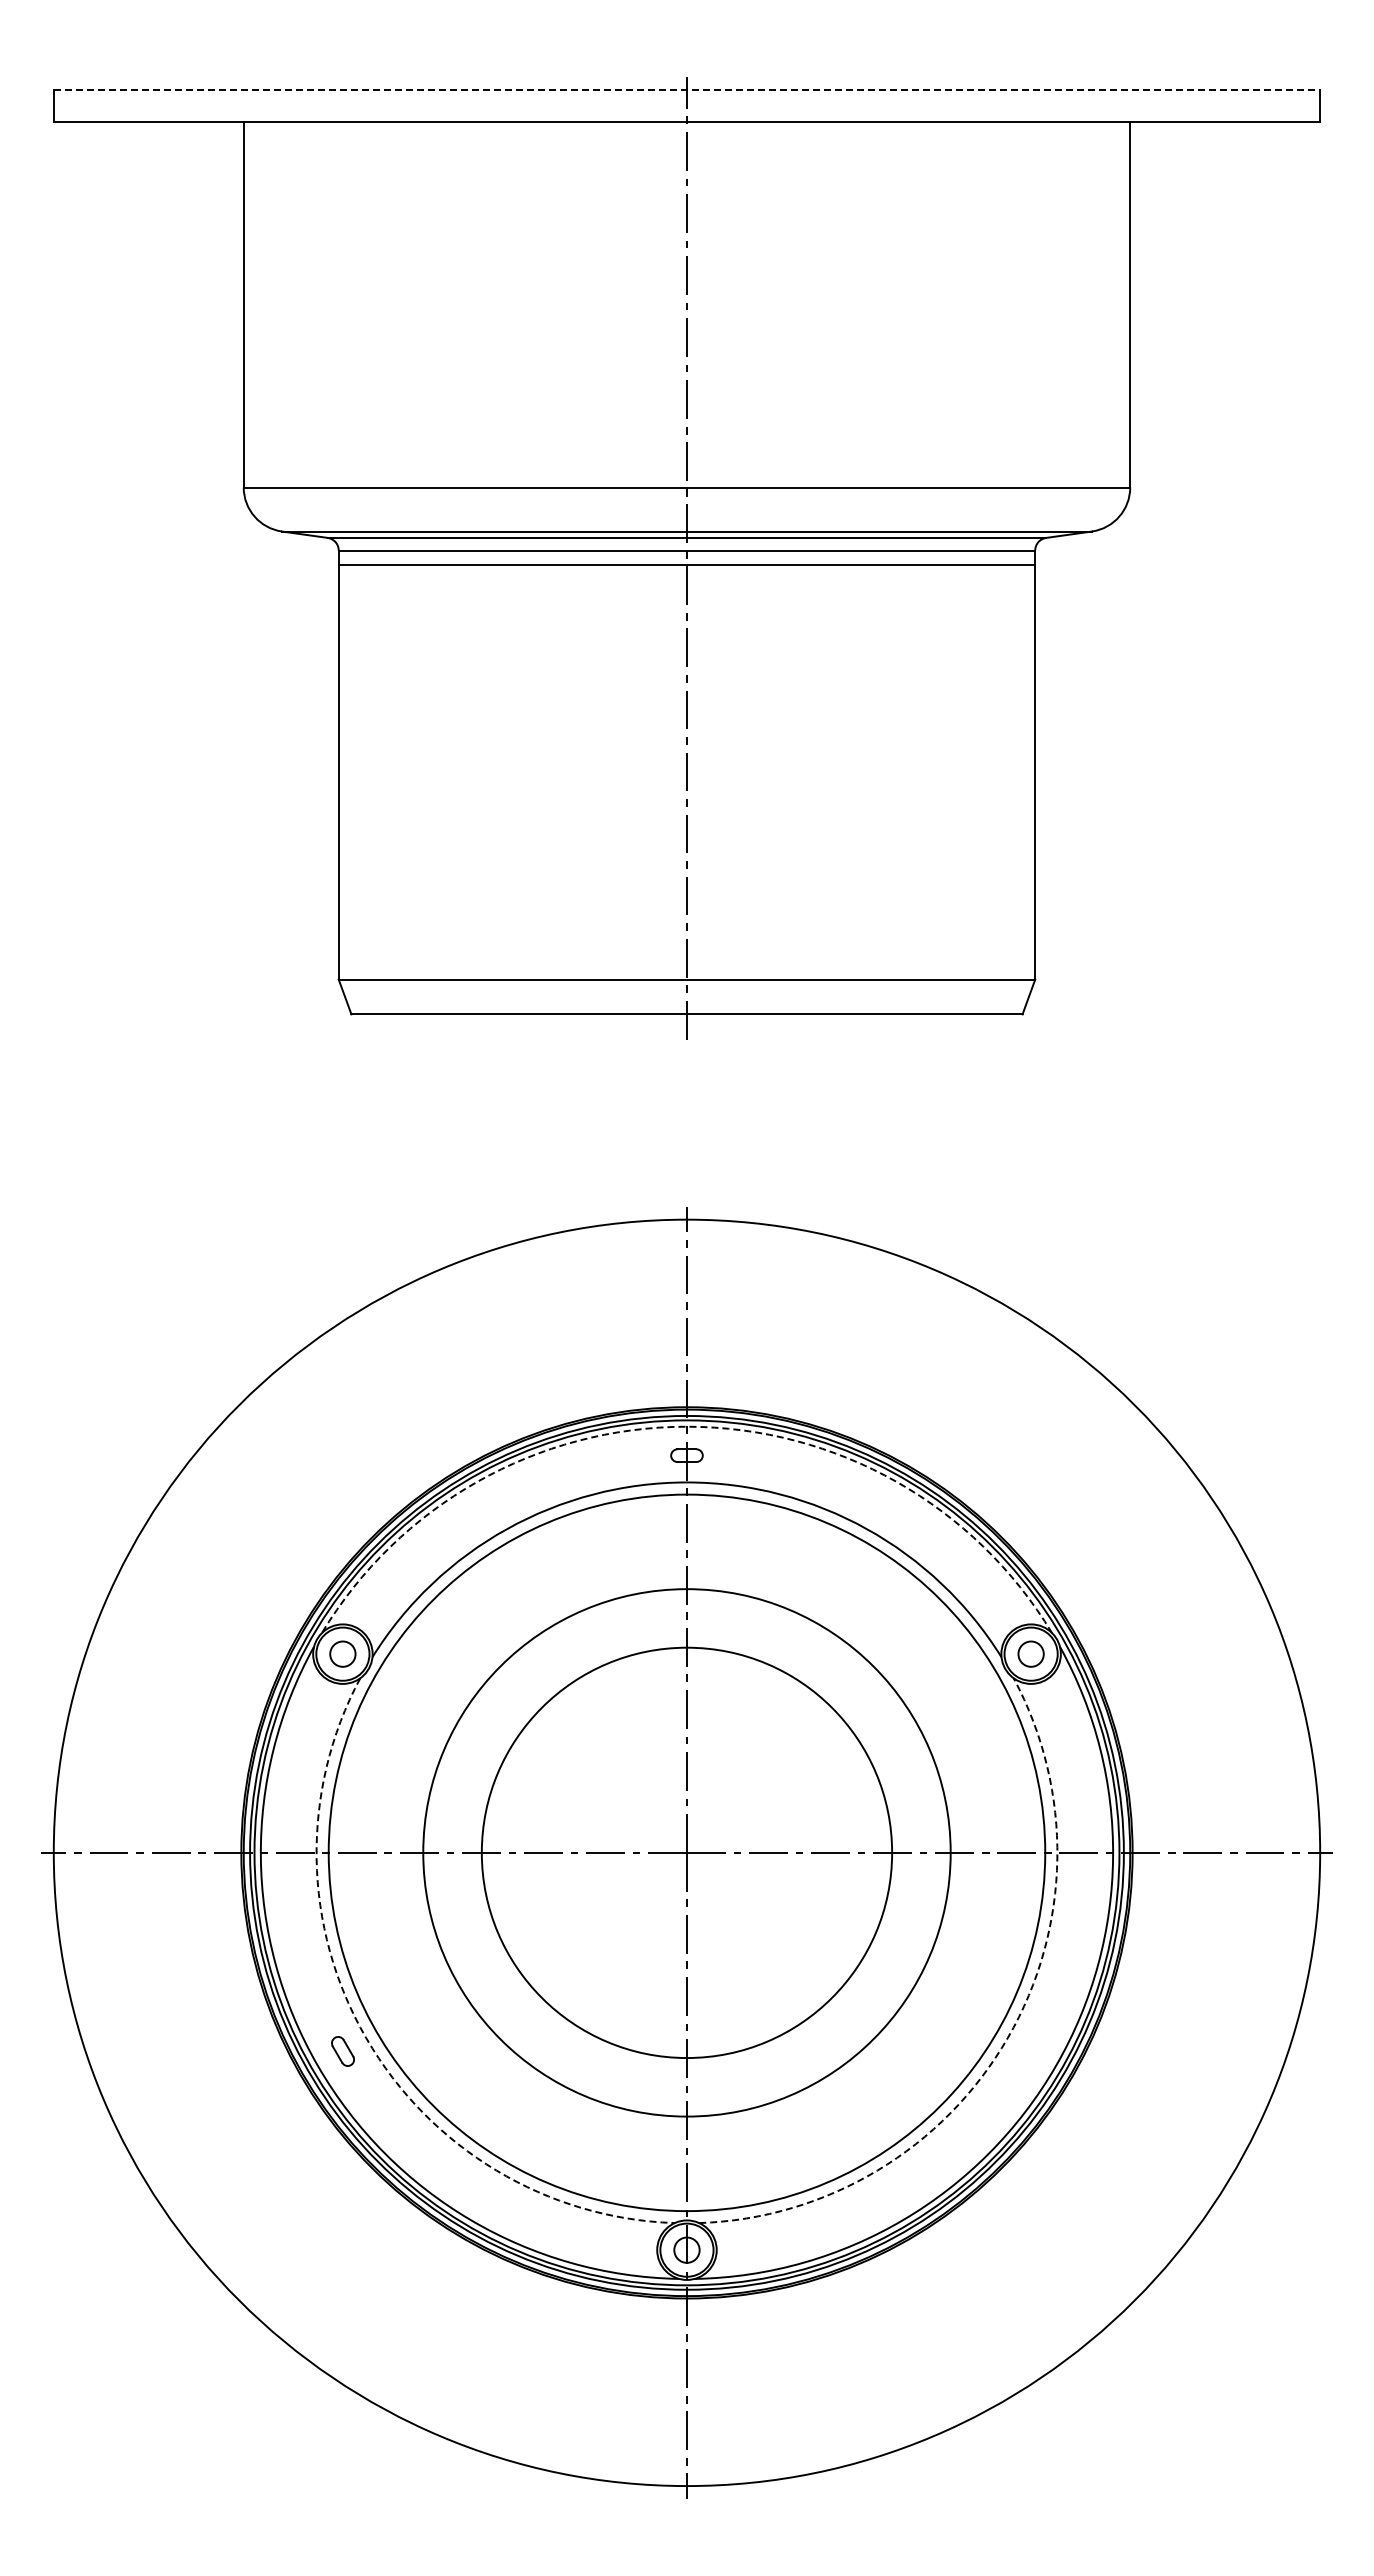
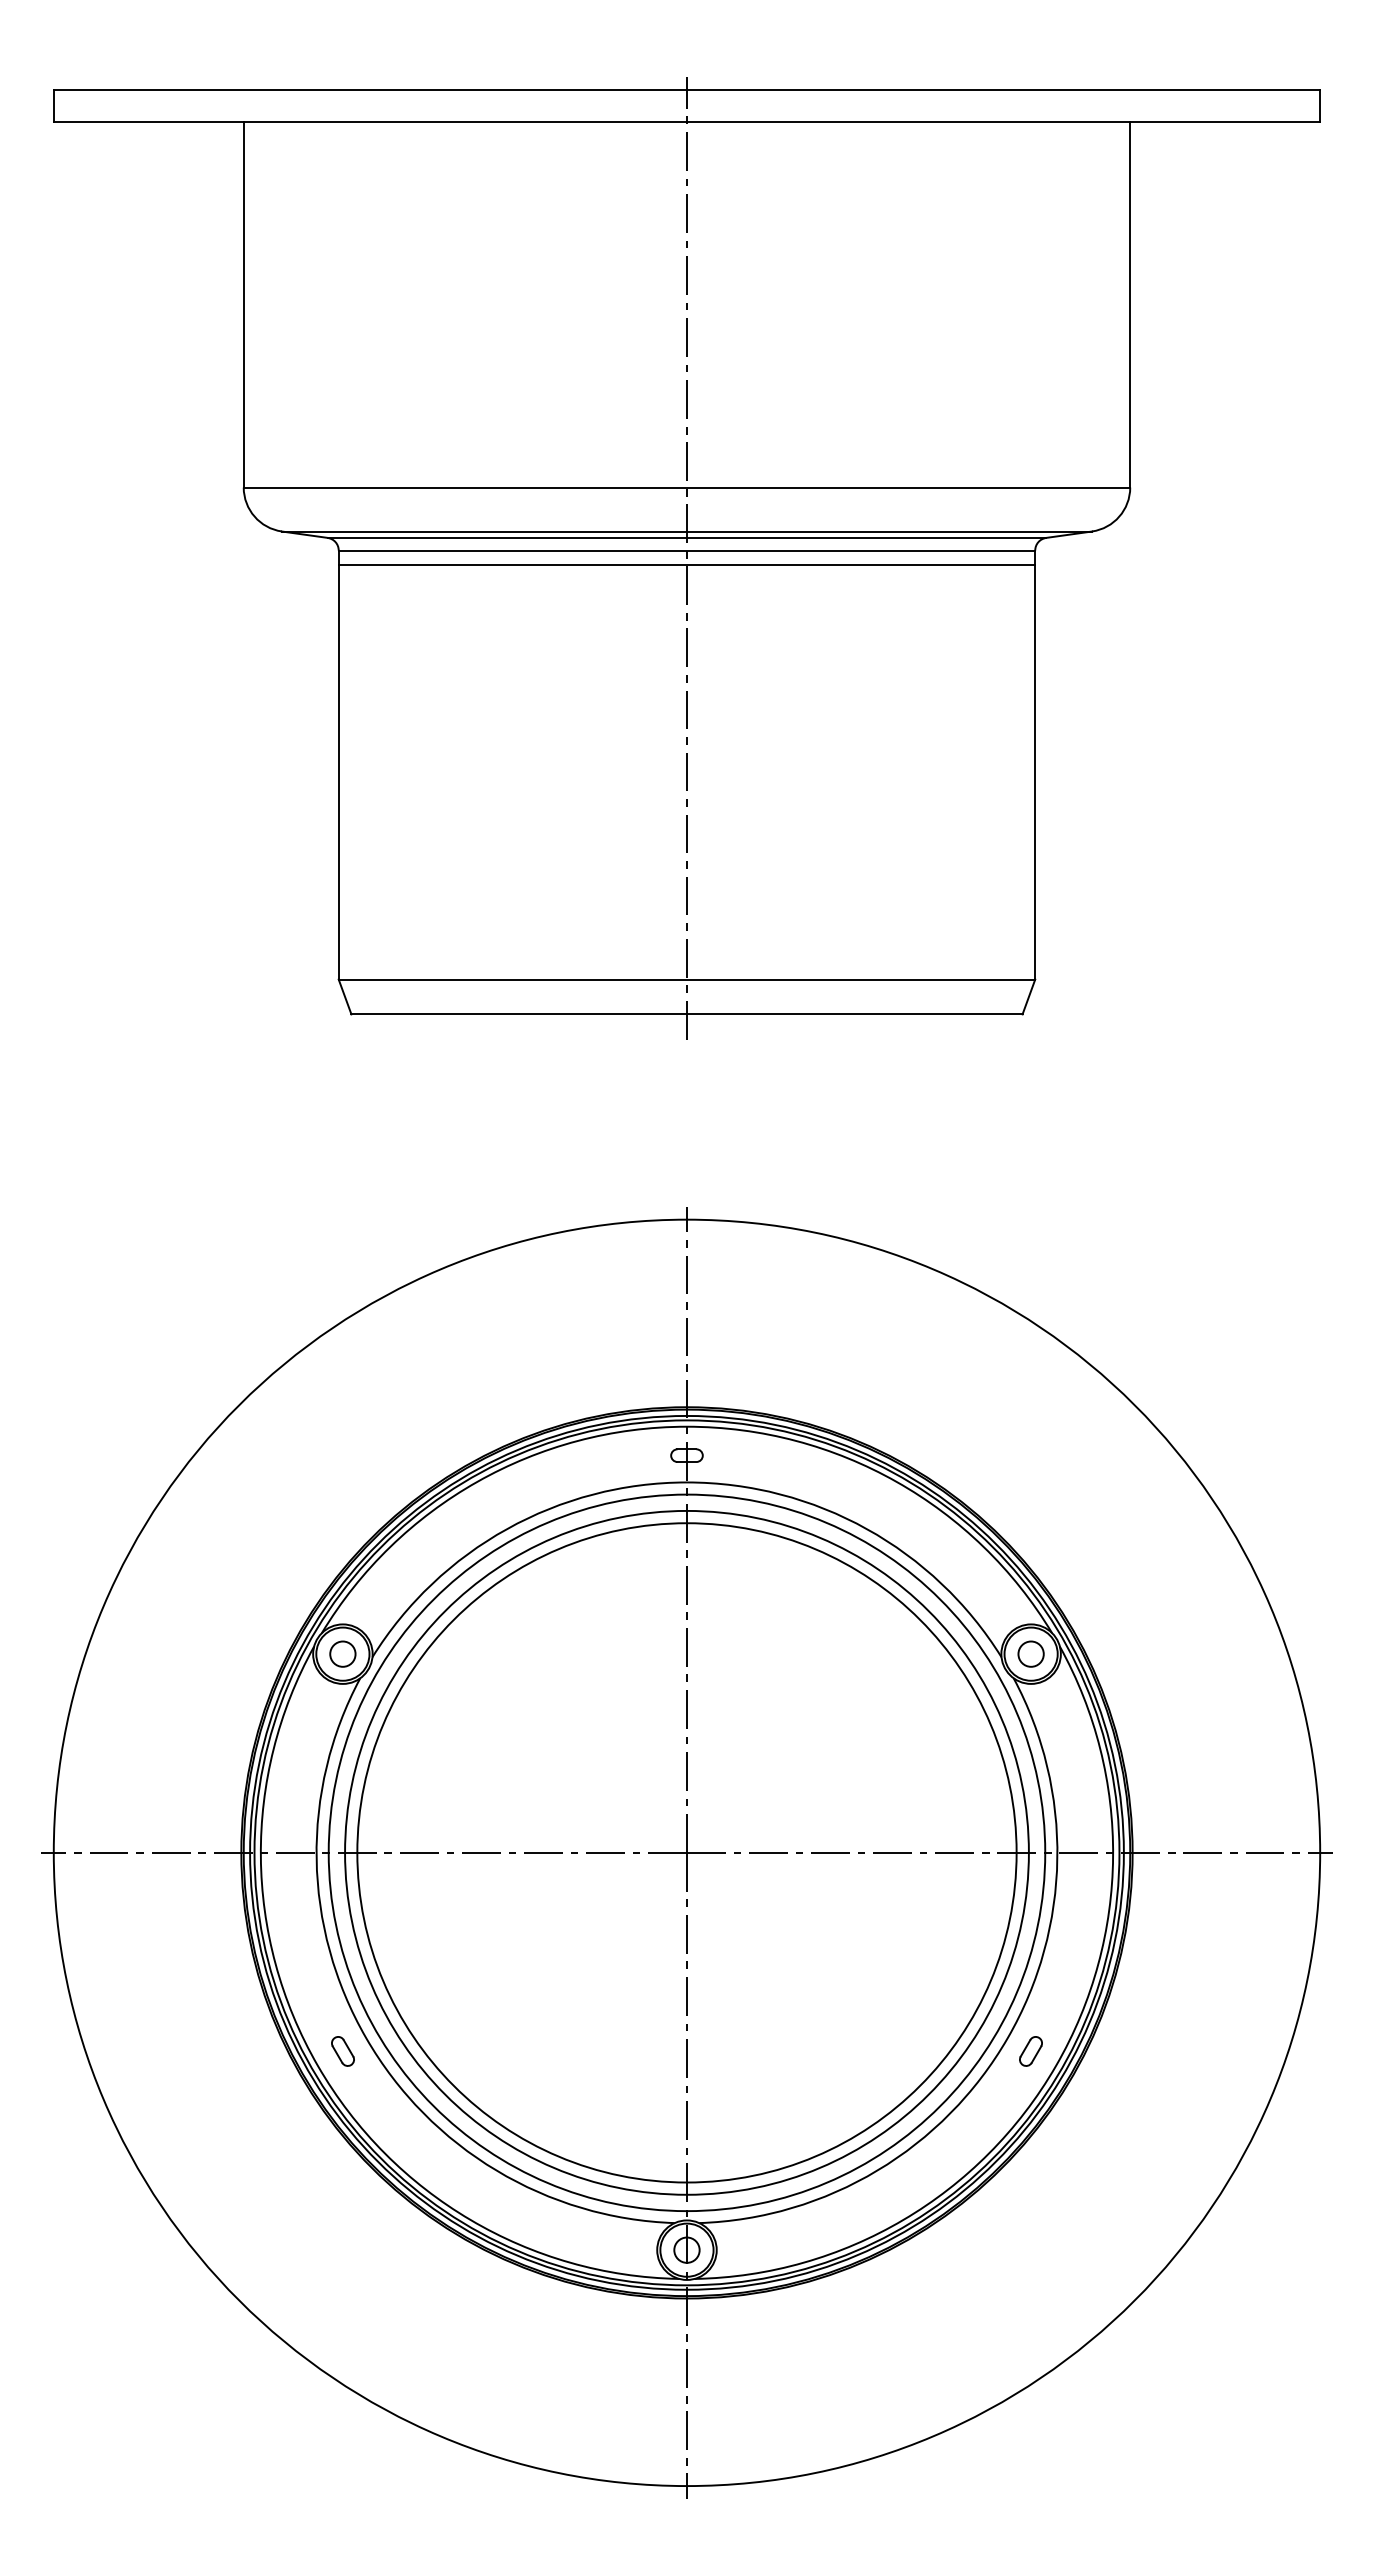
line at (687, 89): dashed -> solid
arc at (686, 1426): dashed -> solid
circle at (686, 1852) diameter: 410 px -> 684 px
circle at (686, 1852) diameter: 527 px -> 659 px
arc at (366, 2038): dashed -> solid
arc at (1007, 2038): dashed -> solid
part at (1030, 2051): none -> present
